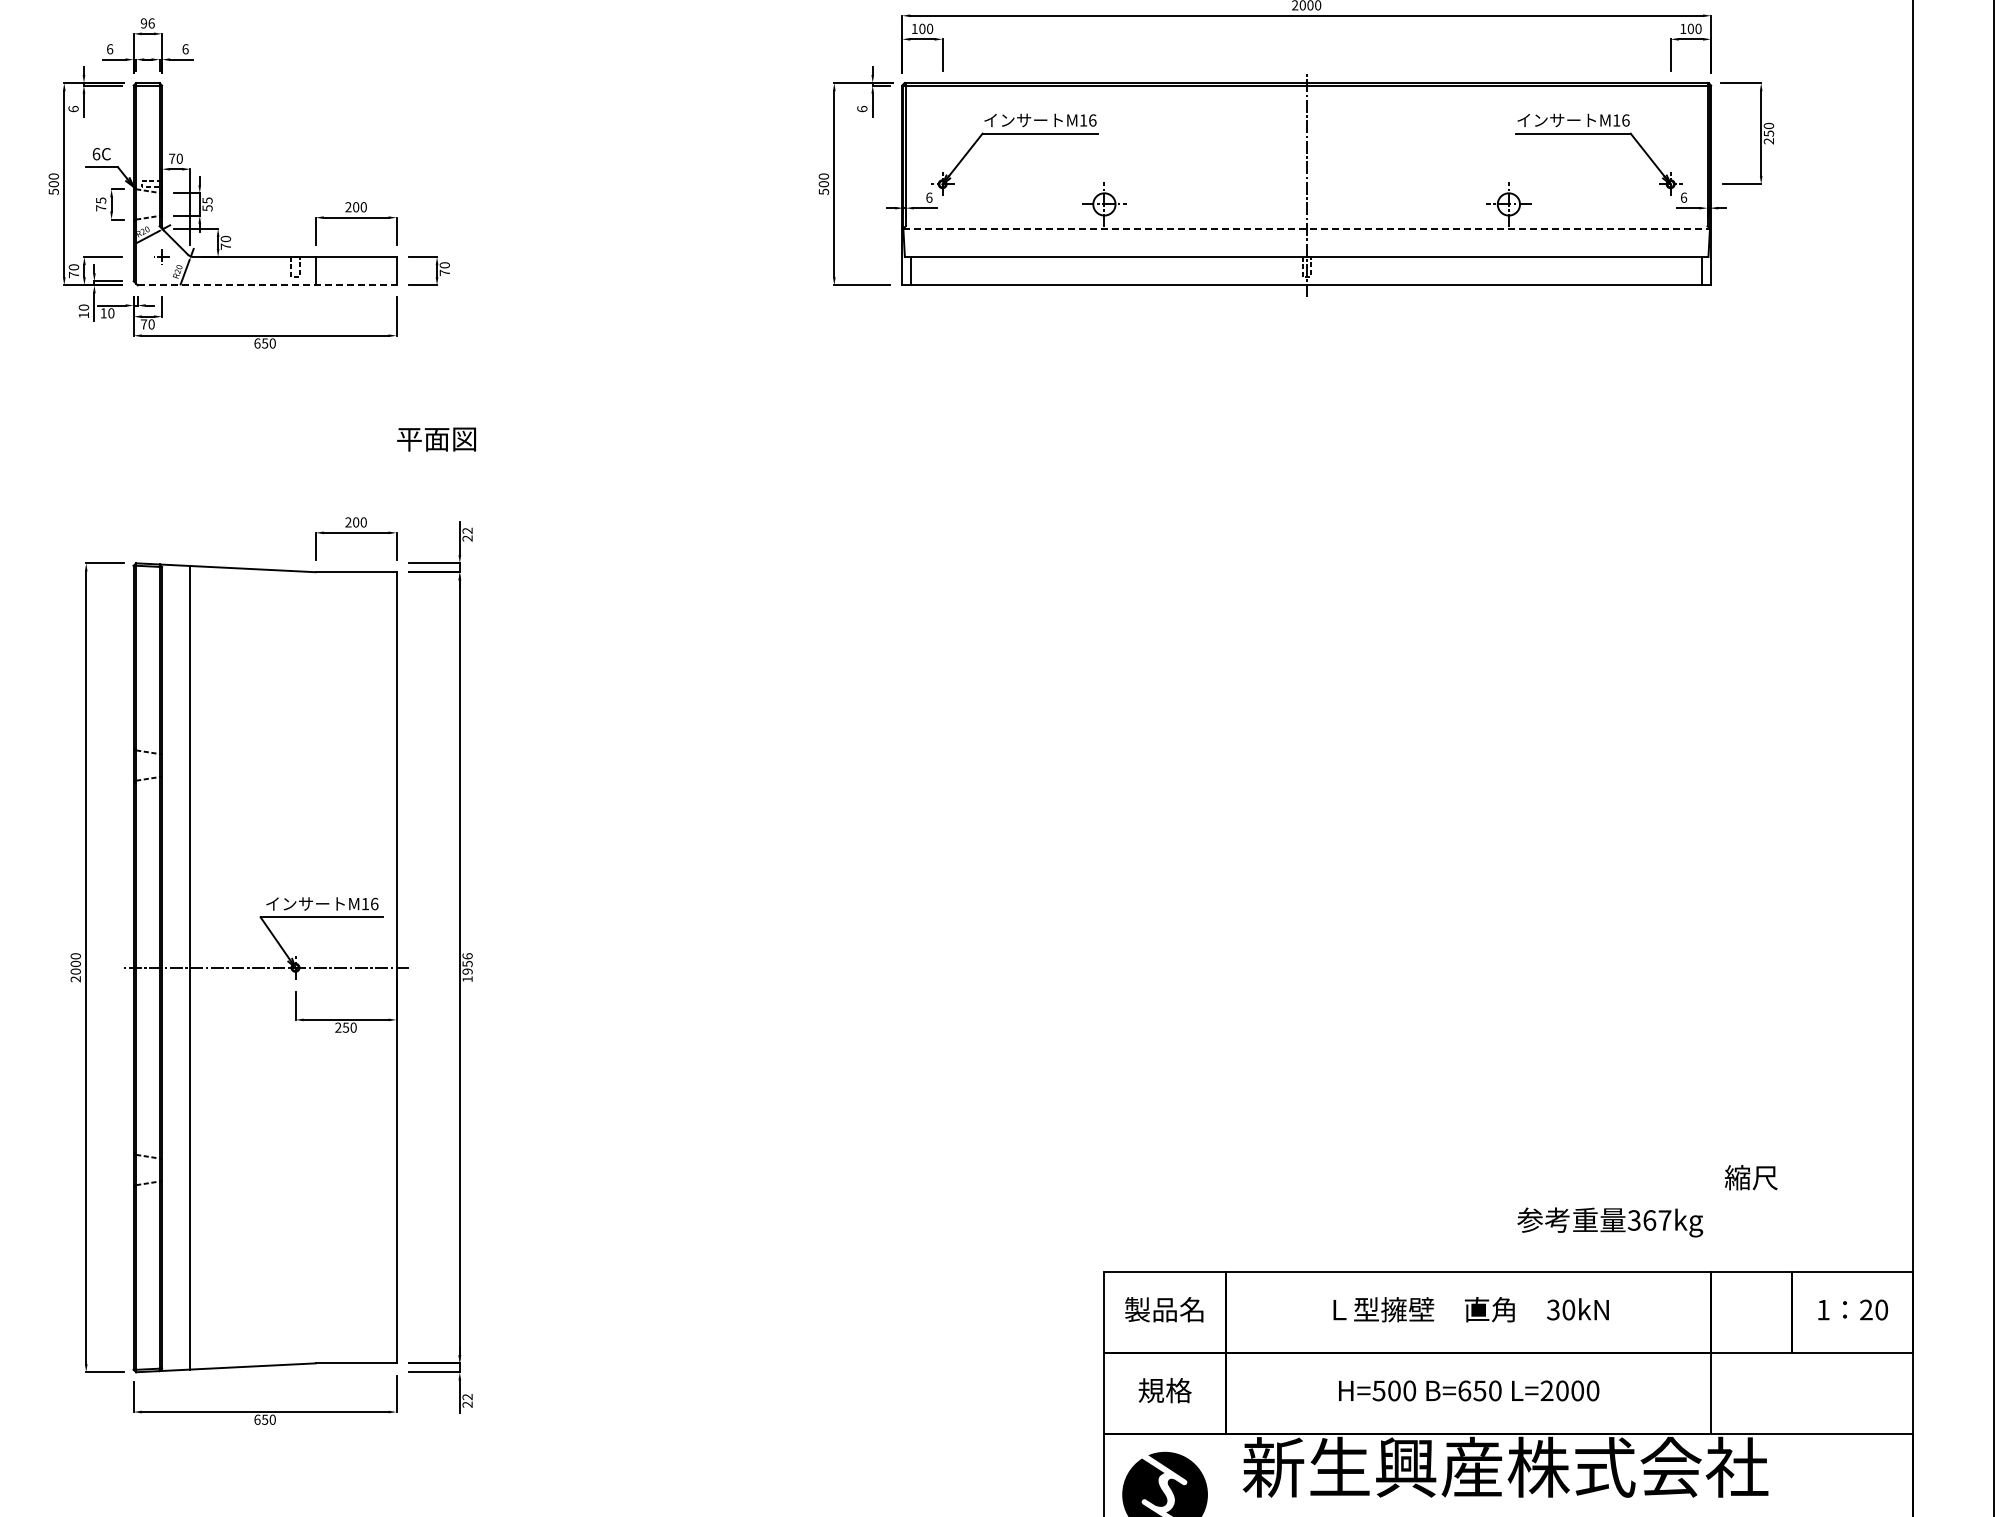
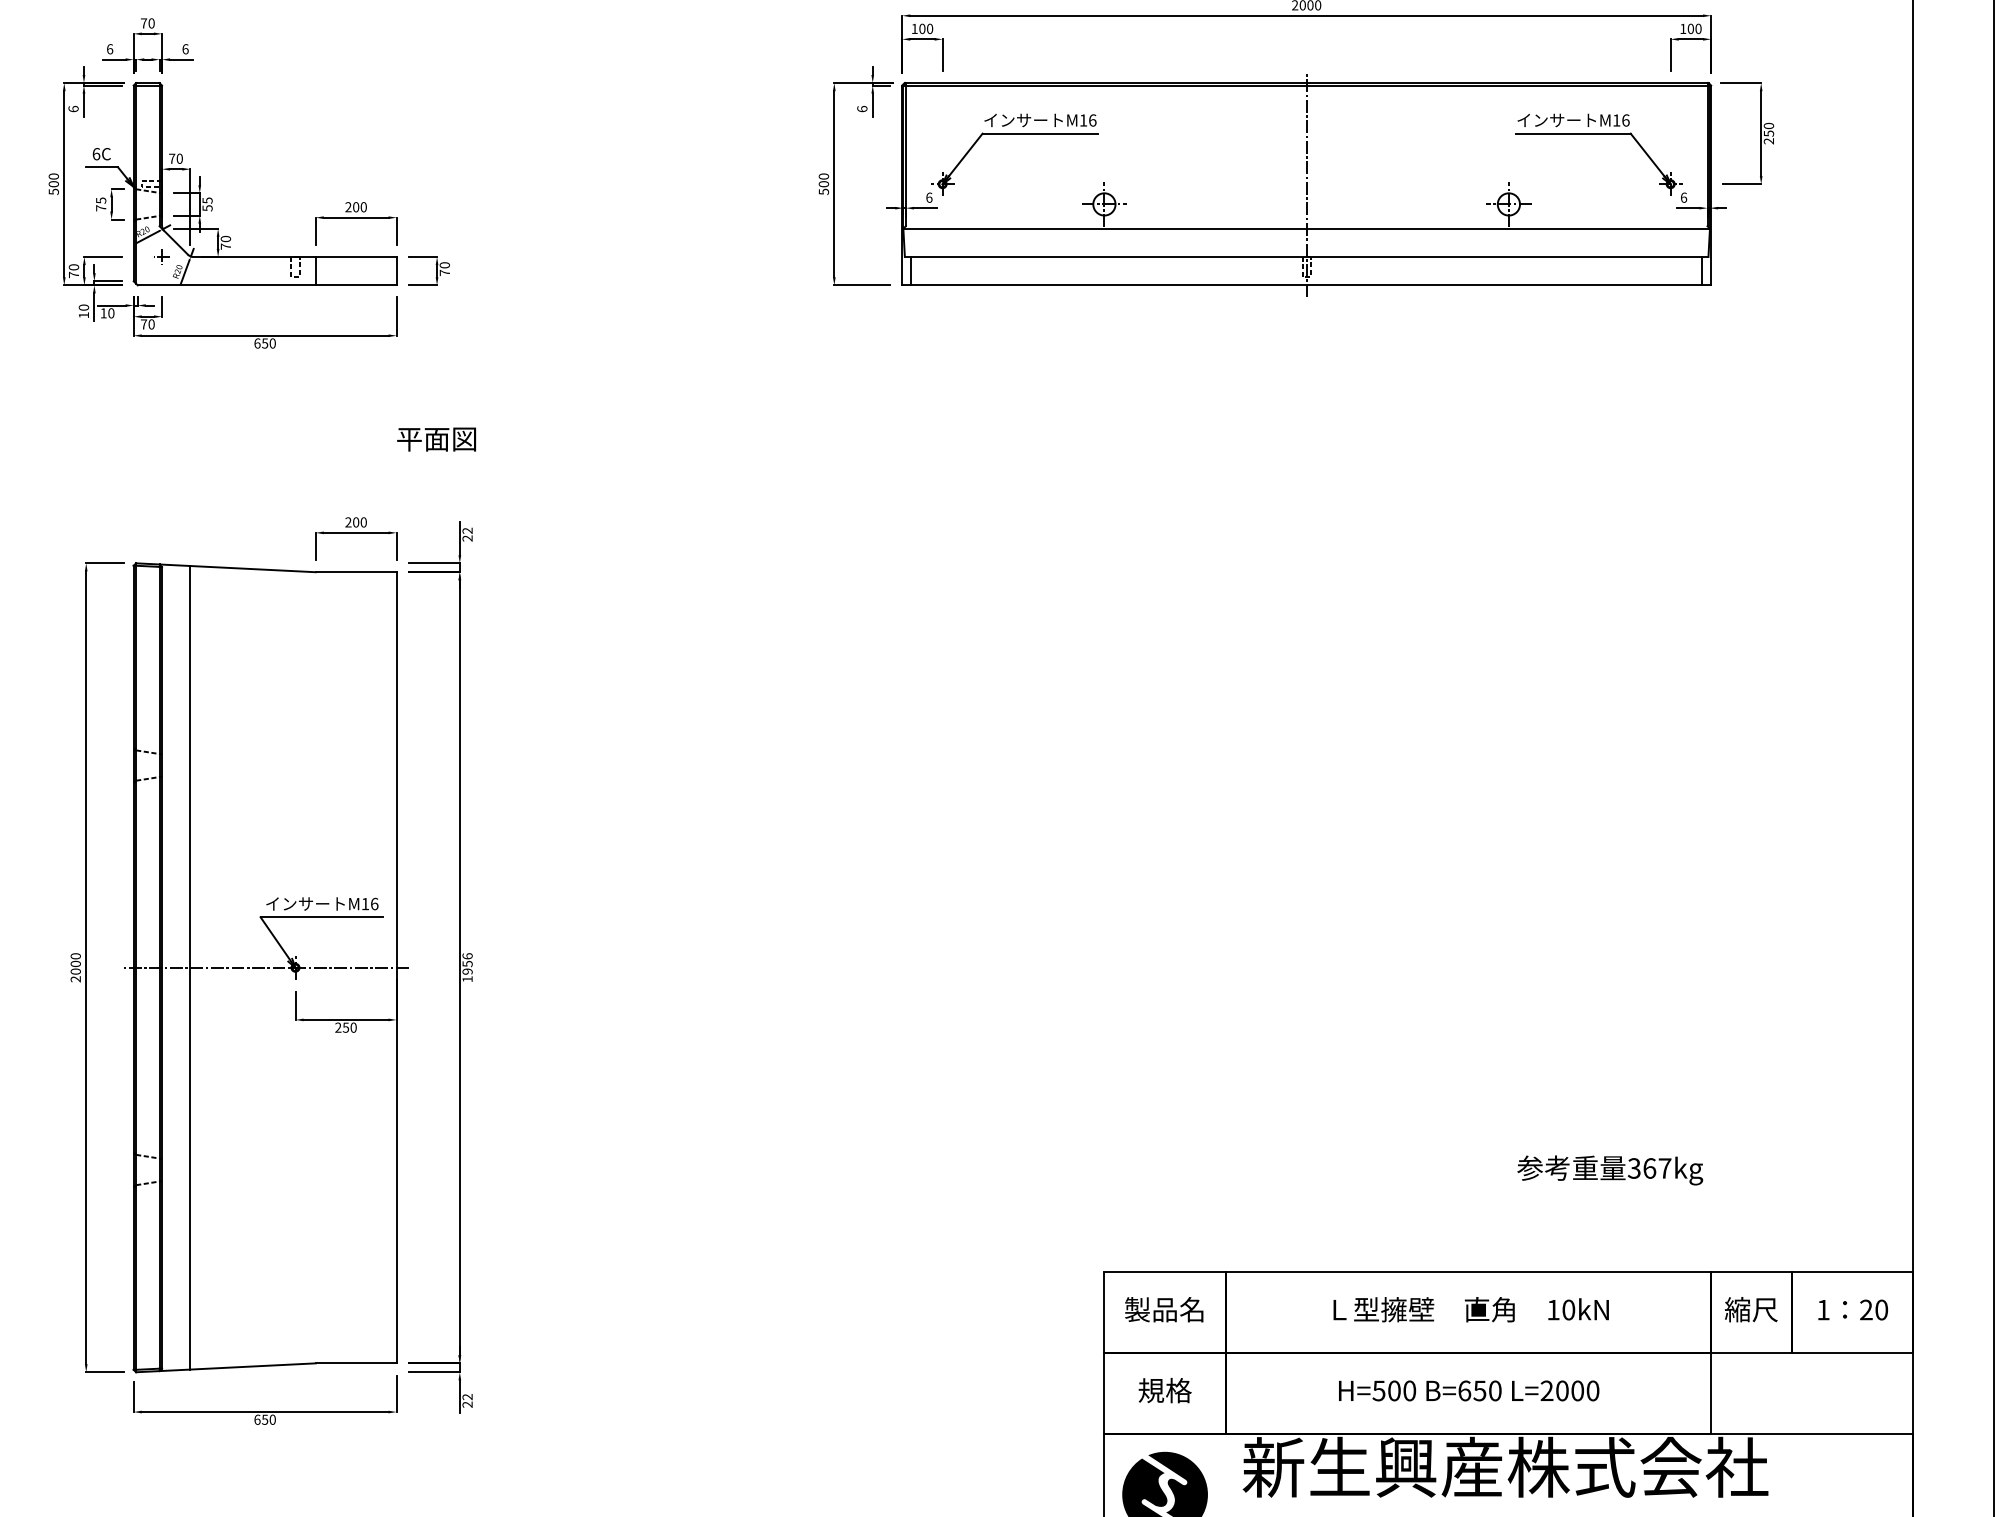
text at (147, 23): 96 -> 70
line at (1307, 228): dashed -> solid
line at (267, 285): dashed -> solid
text at (1750, 1177) position: (1750, 1177) -> (1750, 1309)
text at (1610, 1222) position: (1610, 1222) -> (1610, 1170)
text at (1553, 1309): 30kN -> 10kN
